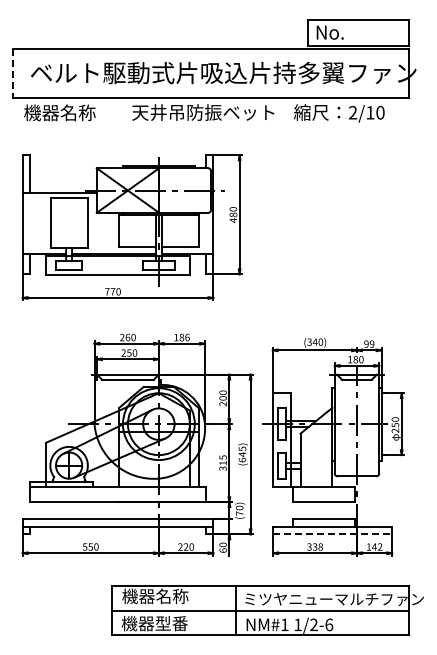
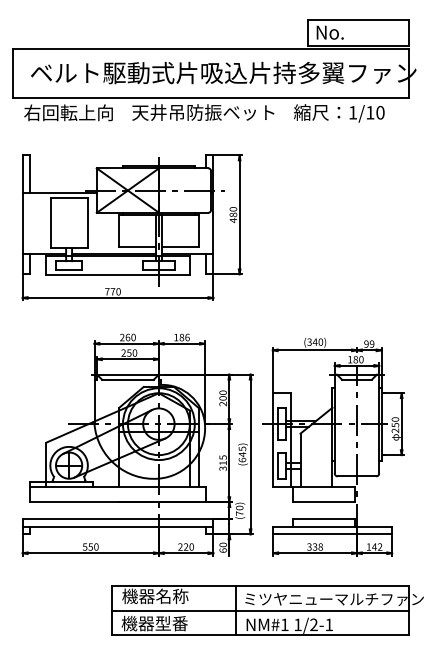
line at (13, 73): dashed -> solid
text at (68, 112): 機器名称 -> 右回転上向
text at (353, 112): 2/10 -> 1/10
line at (333, 534): dashed -> solid
text at (329, 624): 1/2-6 -> 1/2-1
